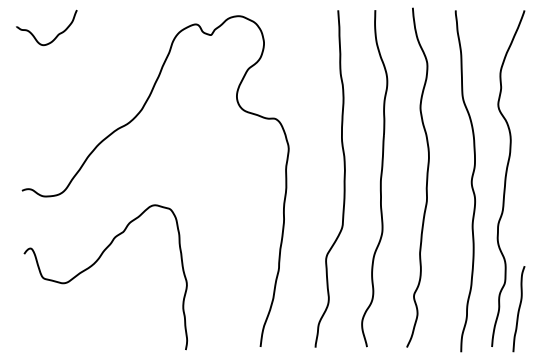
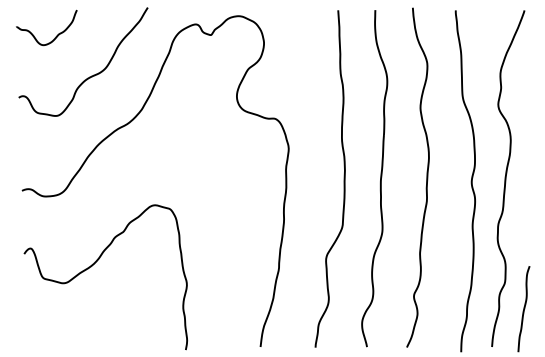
curve at (91, 75): none -> present
curve at (518, 309) position: (518, 309) -> (523, 309)
